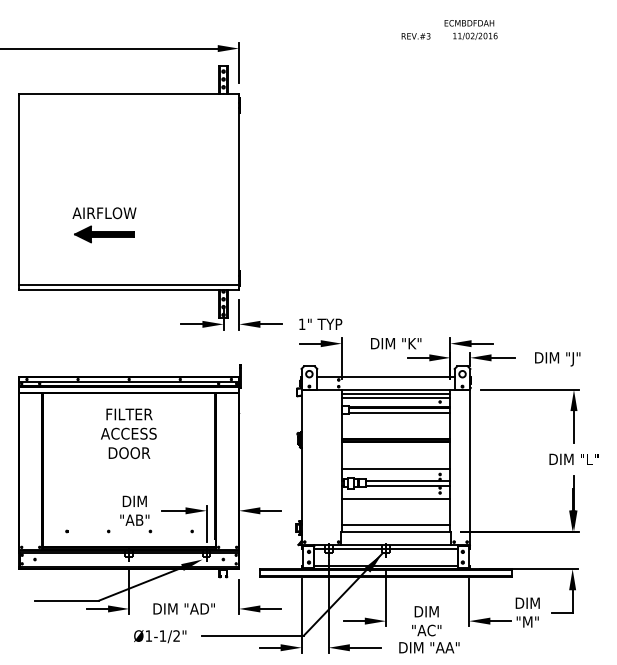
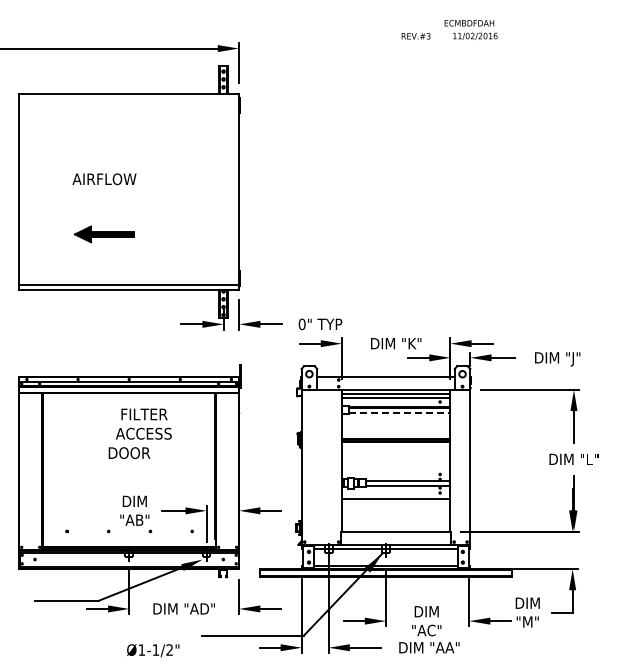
text at (104, 213) position: (104, 213) -> (104, 179)
text at (301, 324): 1" -> 0"
line at (399, 413): solid -> dashed
text at (128, 423) position: (128, 423) -> (143, 423)
line at (395, 468): present -> none
line at (395, 525): present -> none
text at (160, 636) position: (160, 636) -> (153, 650)
